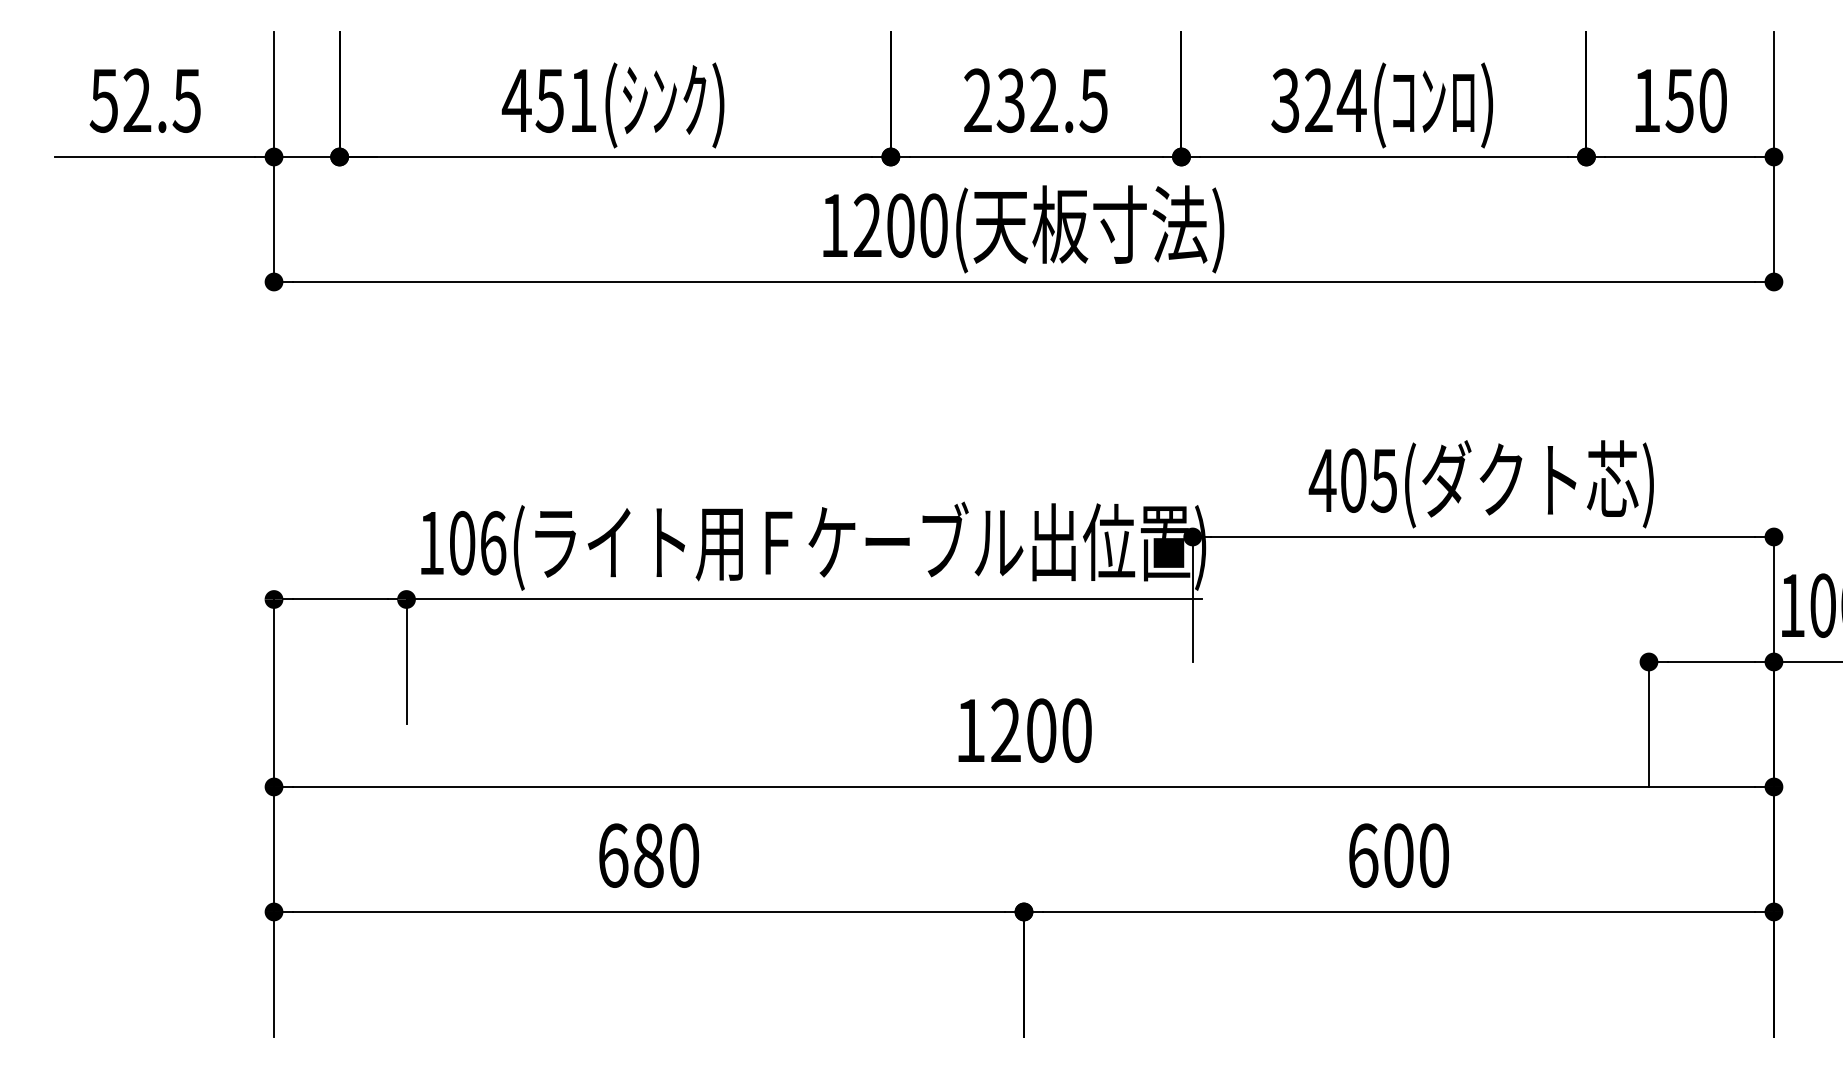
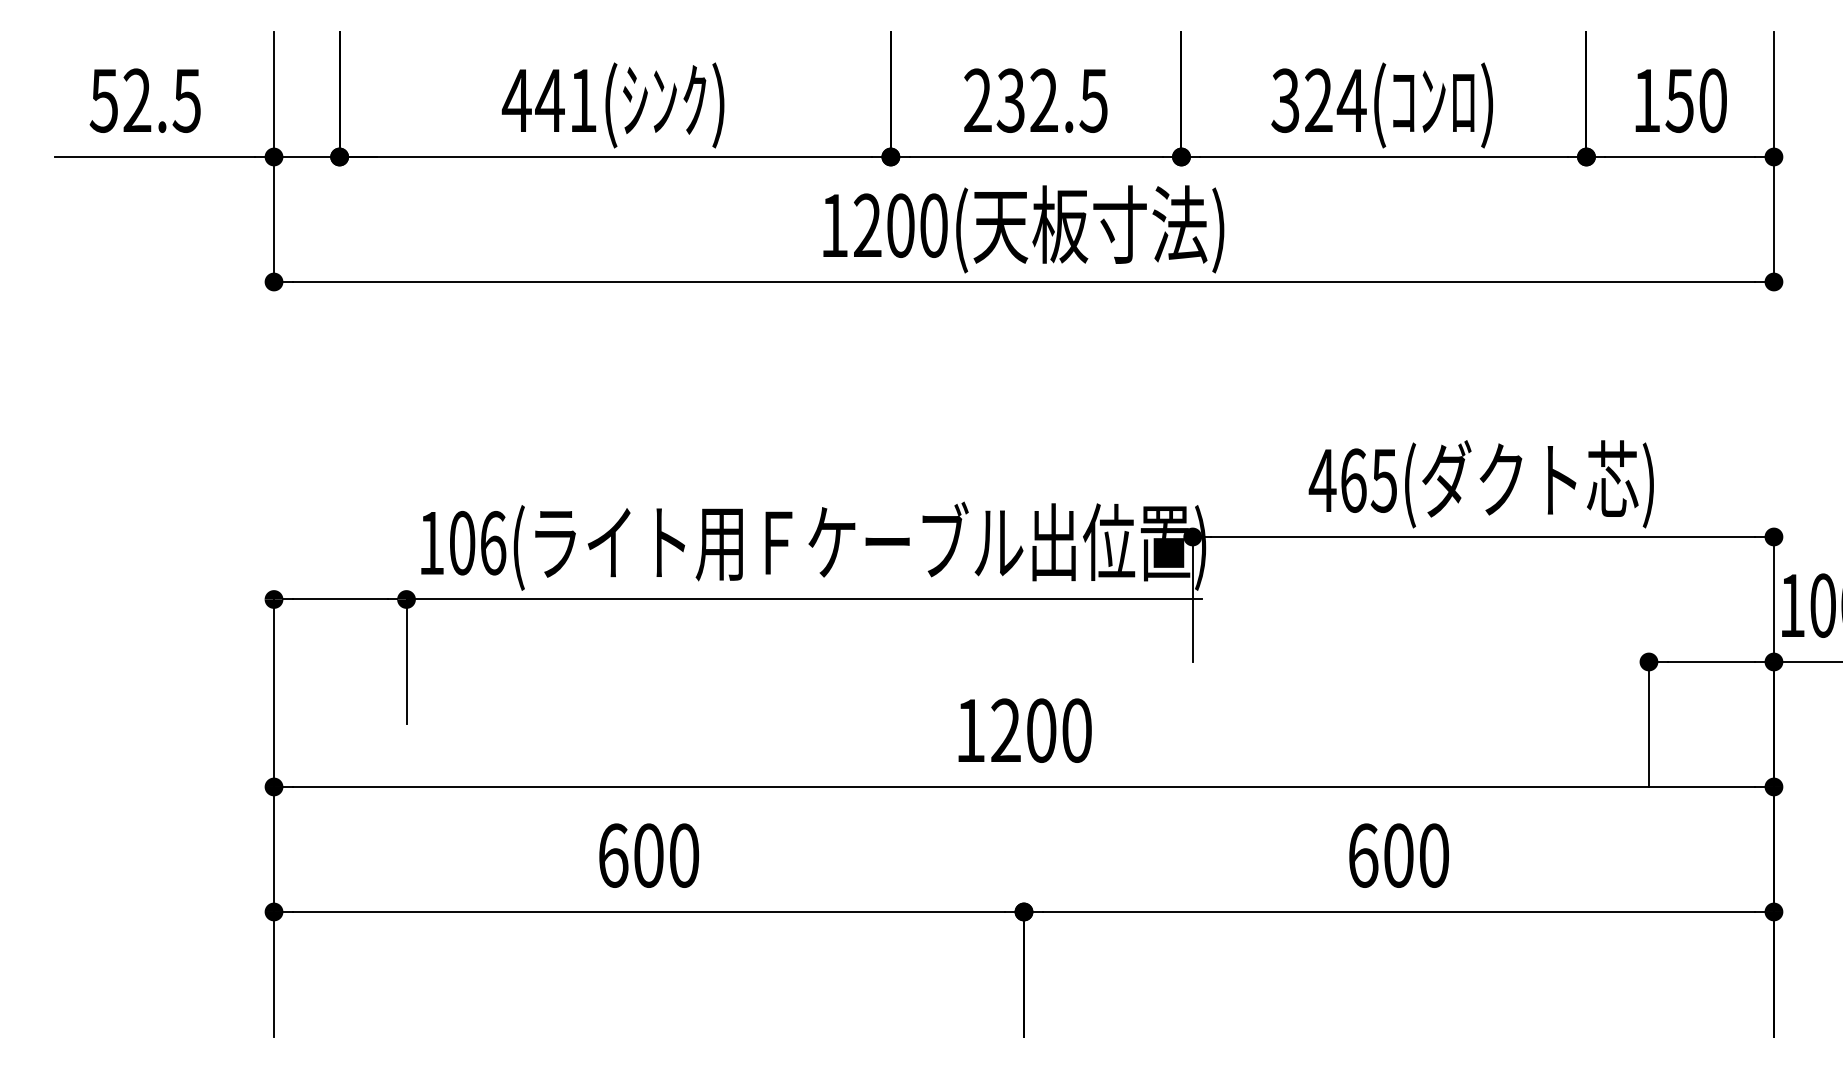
text at (549, 101): 451( -> 441(
text at (1353, 480): 405( -> 465(
text at (648, 855): 680 -> 600
